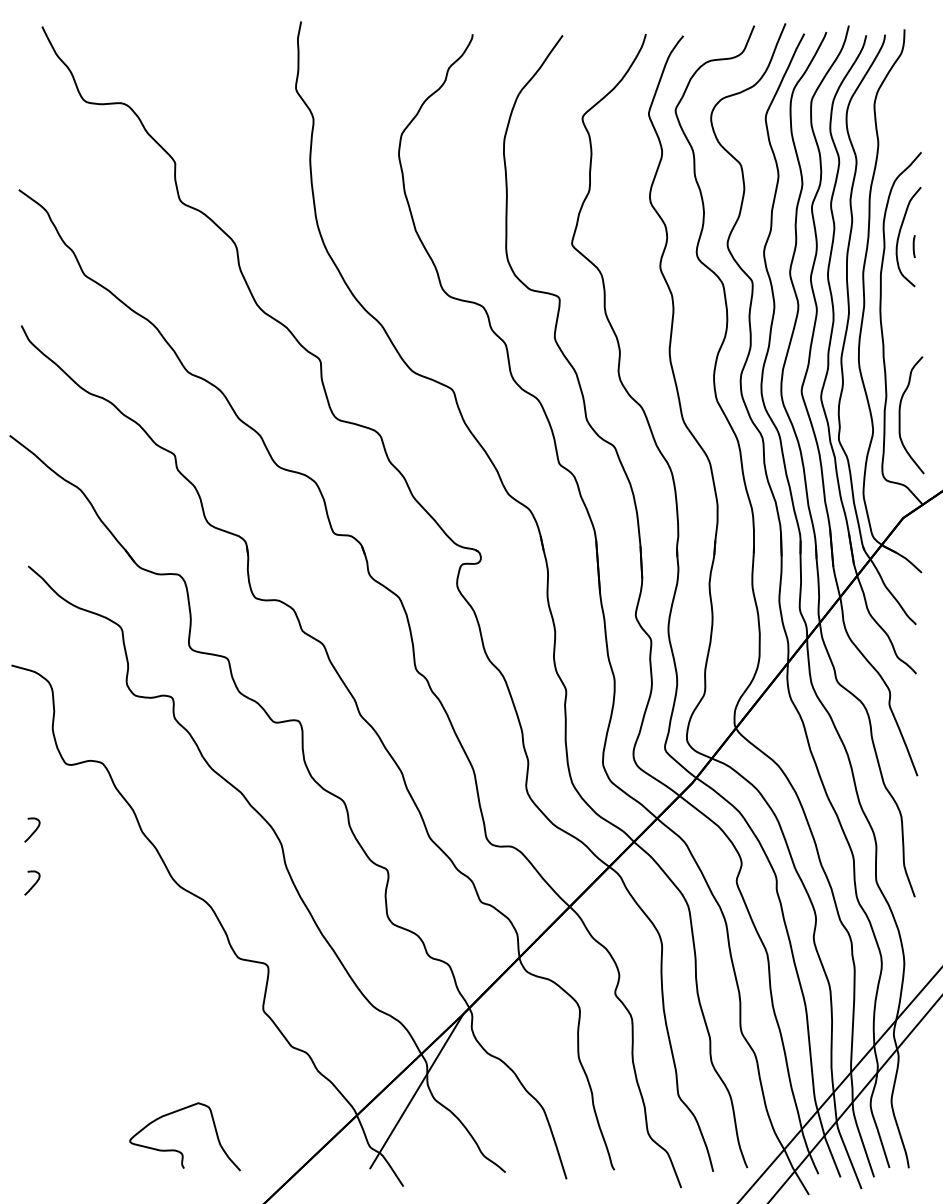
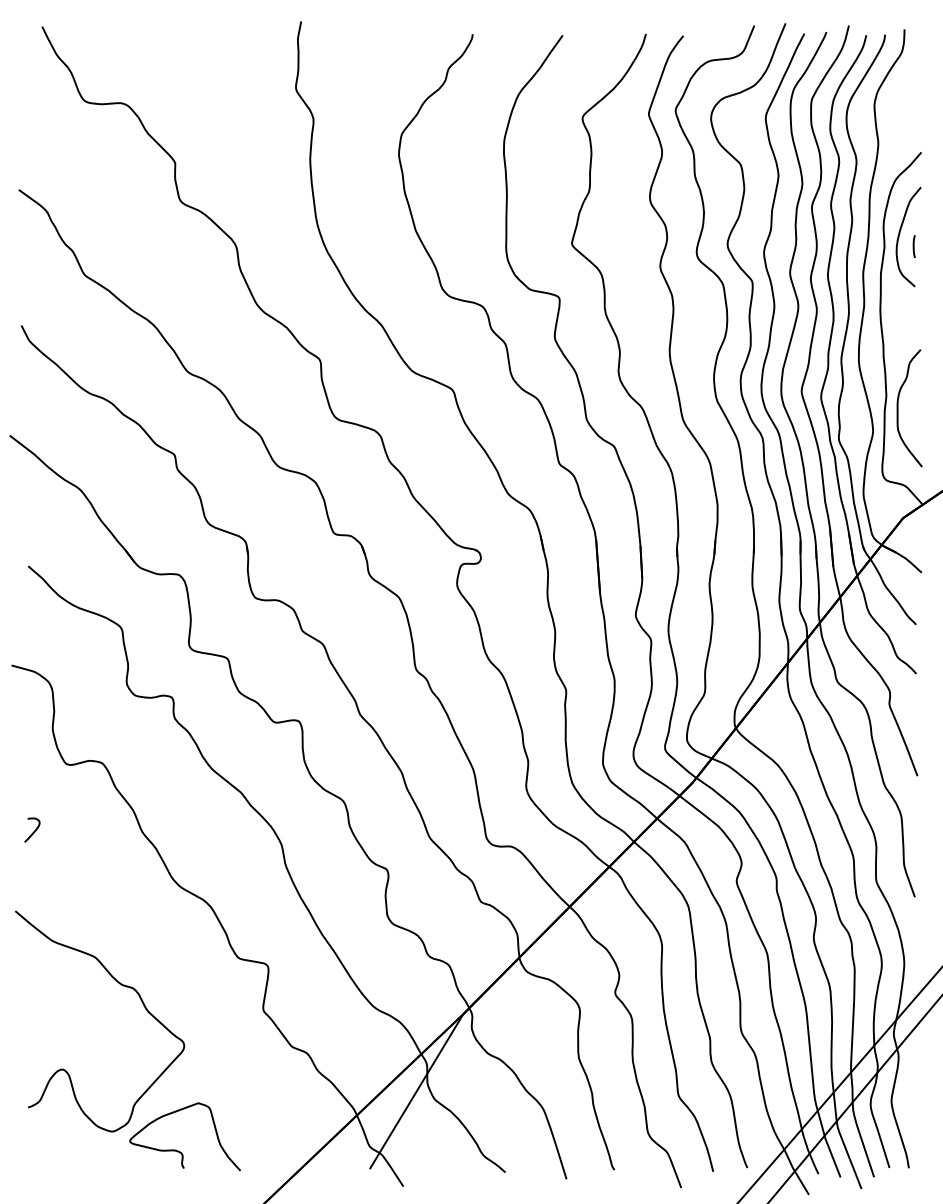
curve at (900, 415) position: (900, 415) -> (898, 408)
curve at (34, 883): present -> none
curve at (122, 986): none -> present
